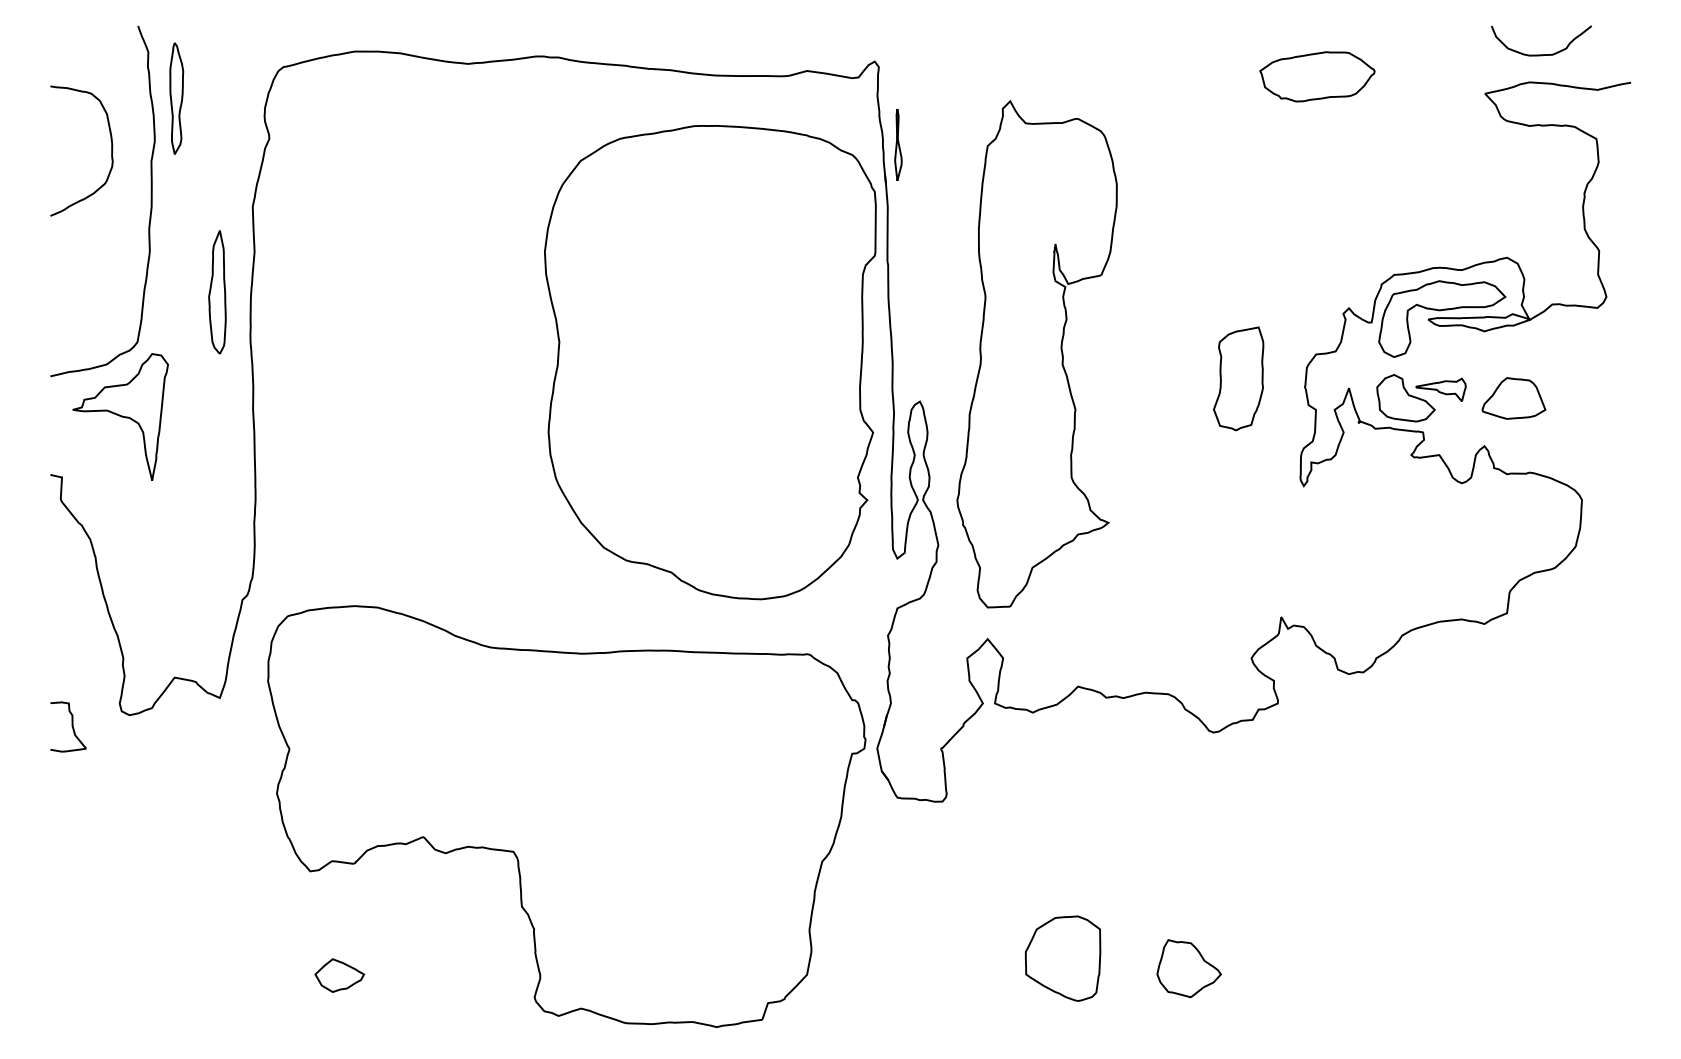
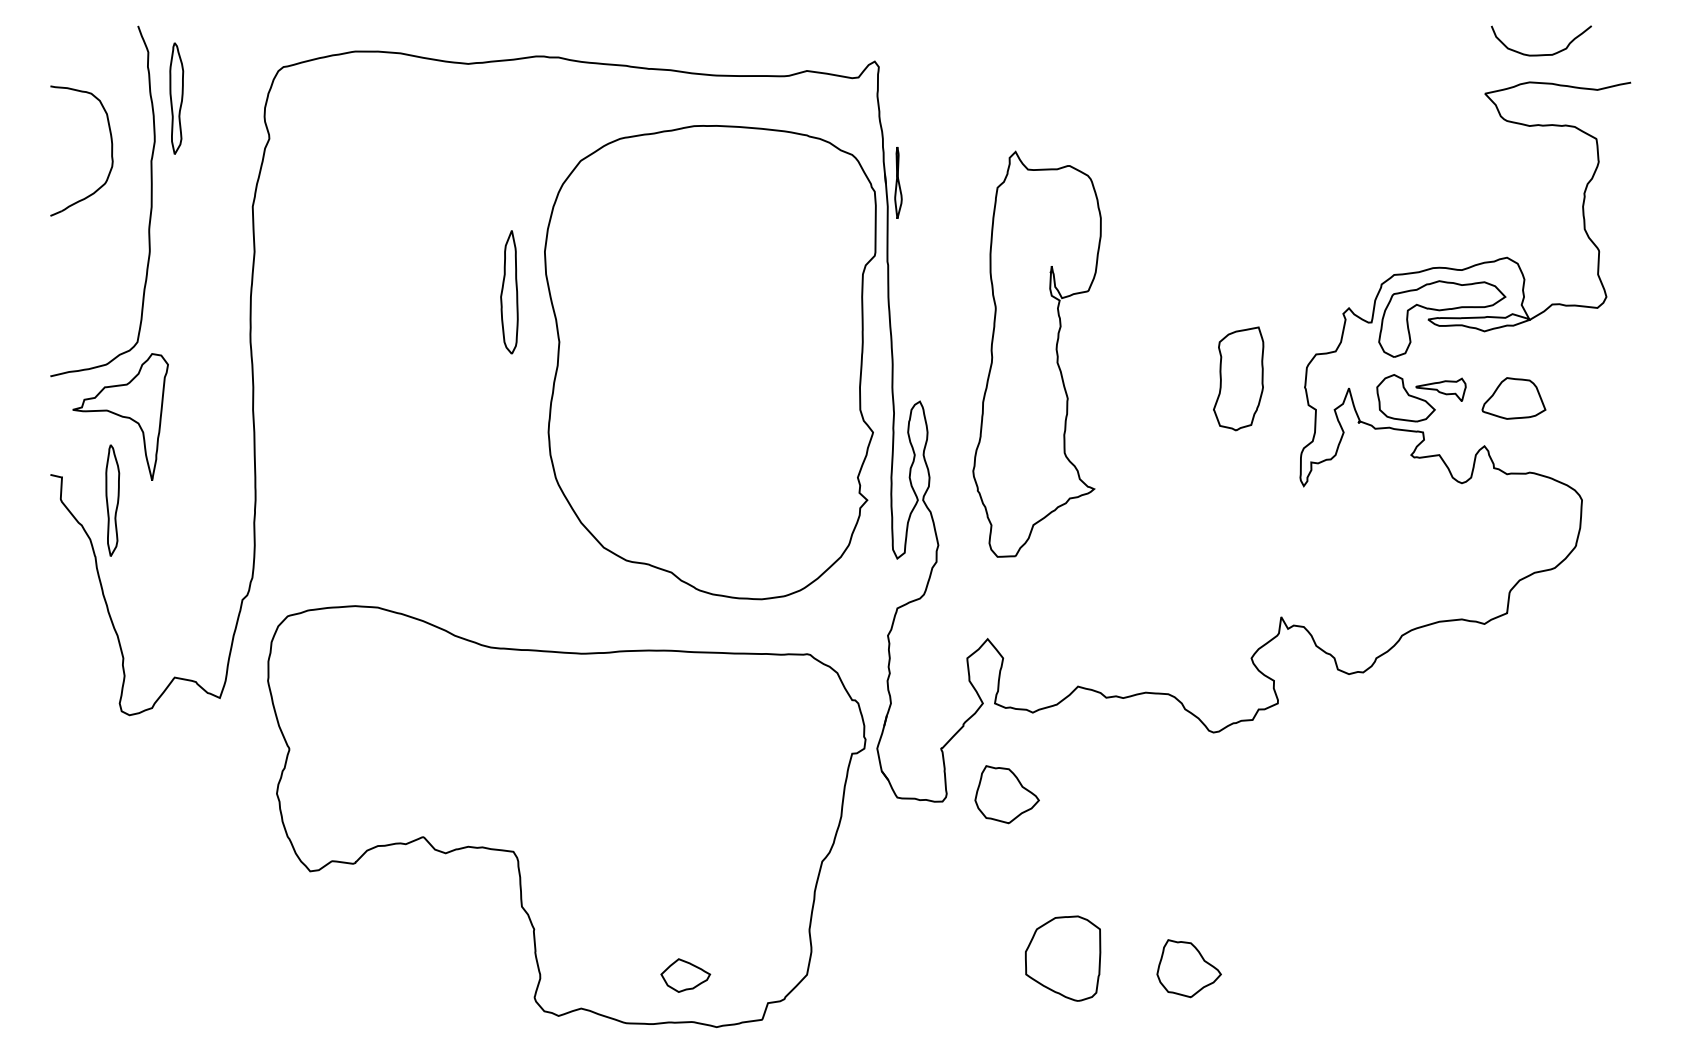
part at (1317, 76): present -> none
part at (898, 144) position: (898, 144) -> (898, 182)
part at (217, 292) position: (217, 292) -> (509, 292)
part at (1036, 354) size: 162x509 px -> 130x408 px
part at (112, 500): none -> present
curve at (71, 726): present -> none
part at (1006, 794): none -> present
part at (339, 975) position: (339, 975) -> (685, 975)
